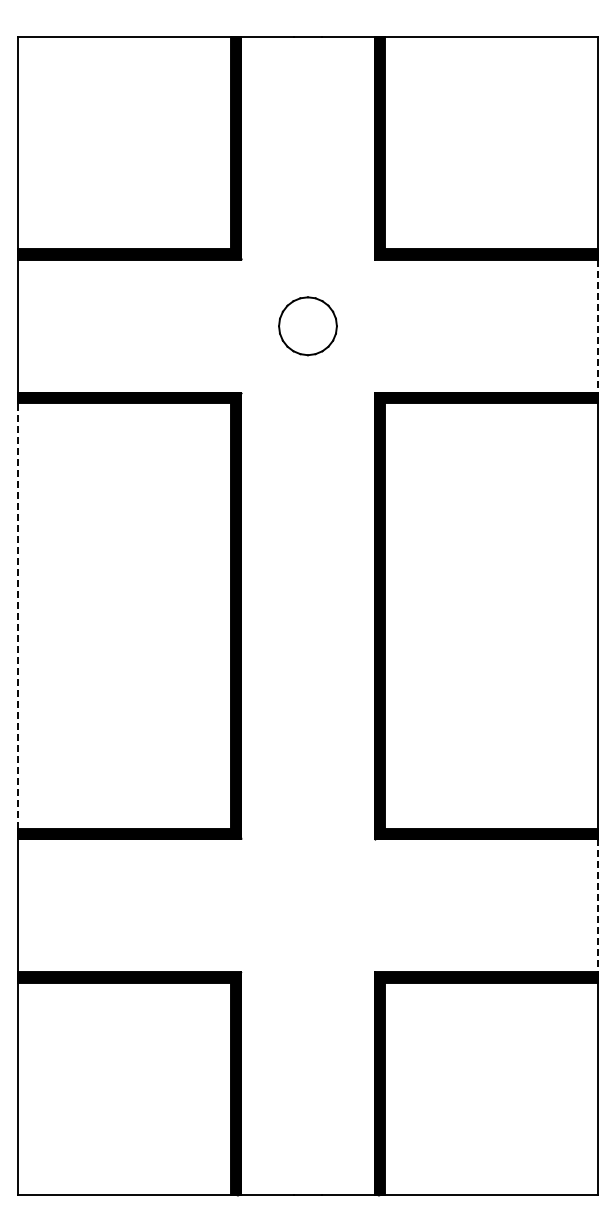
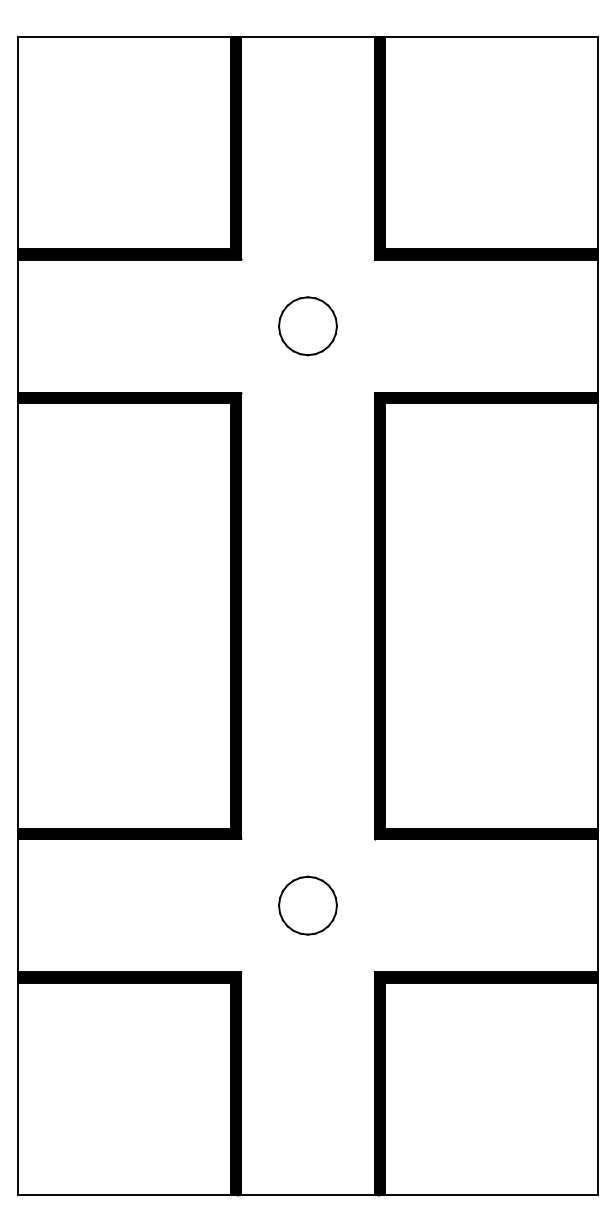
line at (597, 326): dashed -> solid
line at (18, 616): dashed -> solid
part at (307, 905): none -> present
line at (597, 905): dashed -> solid
